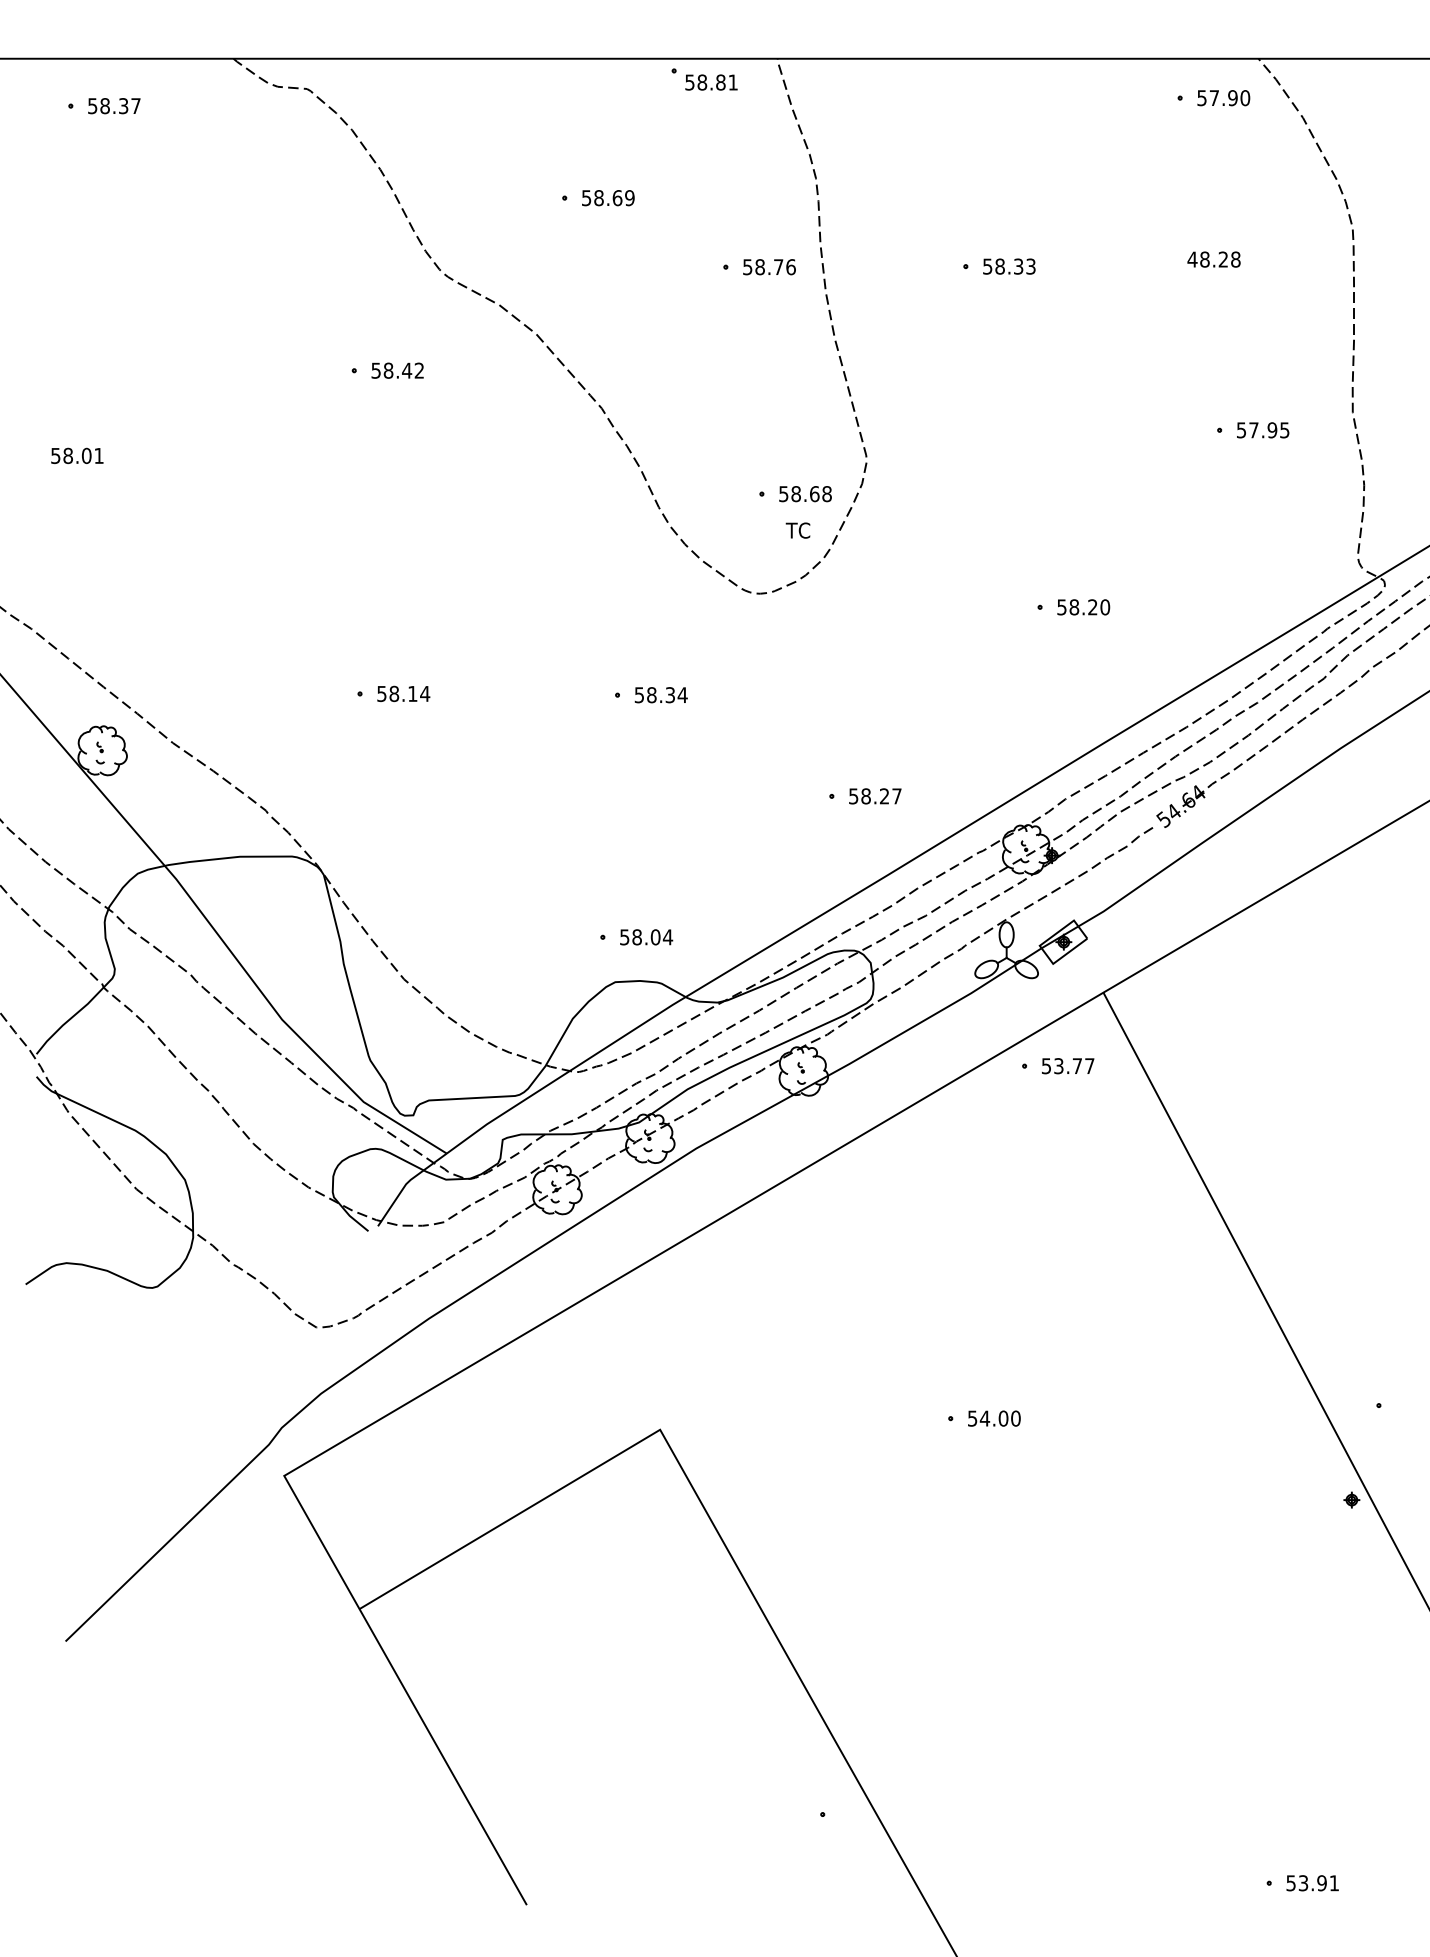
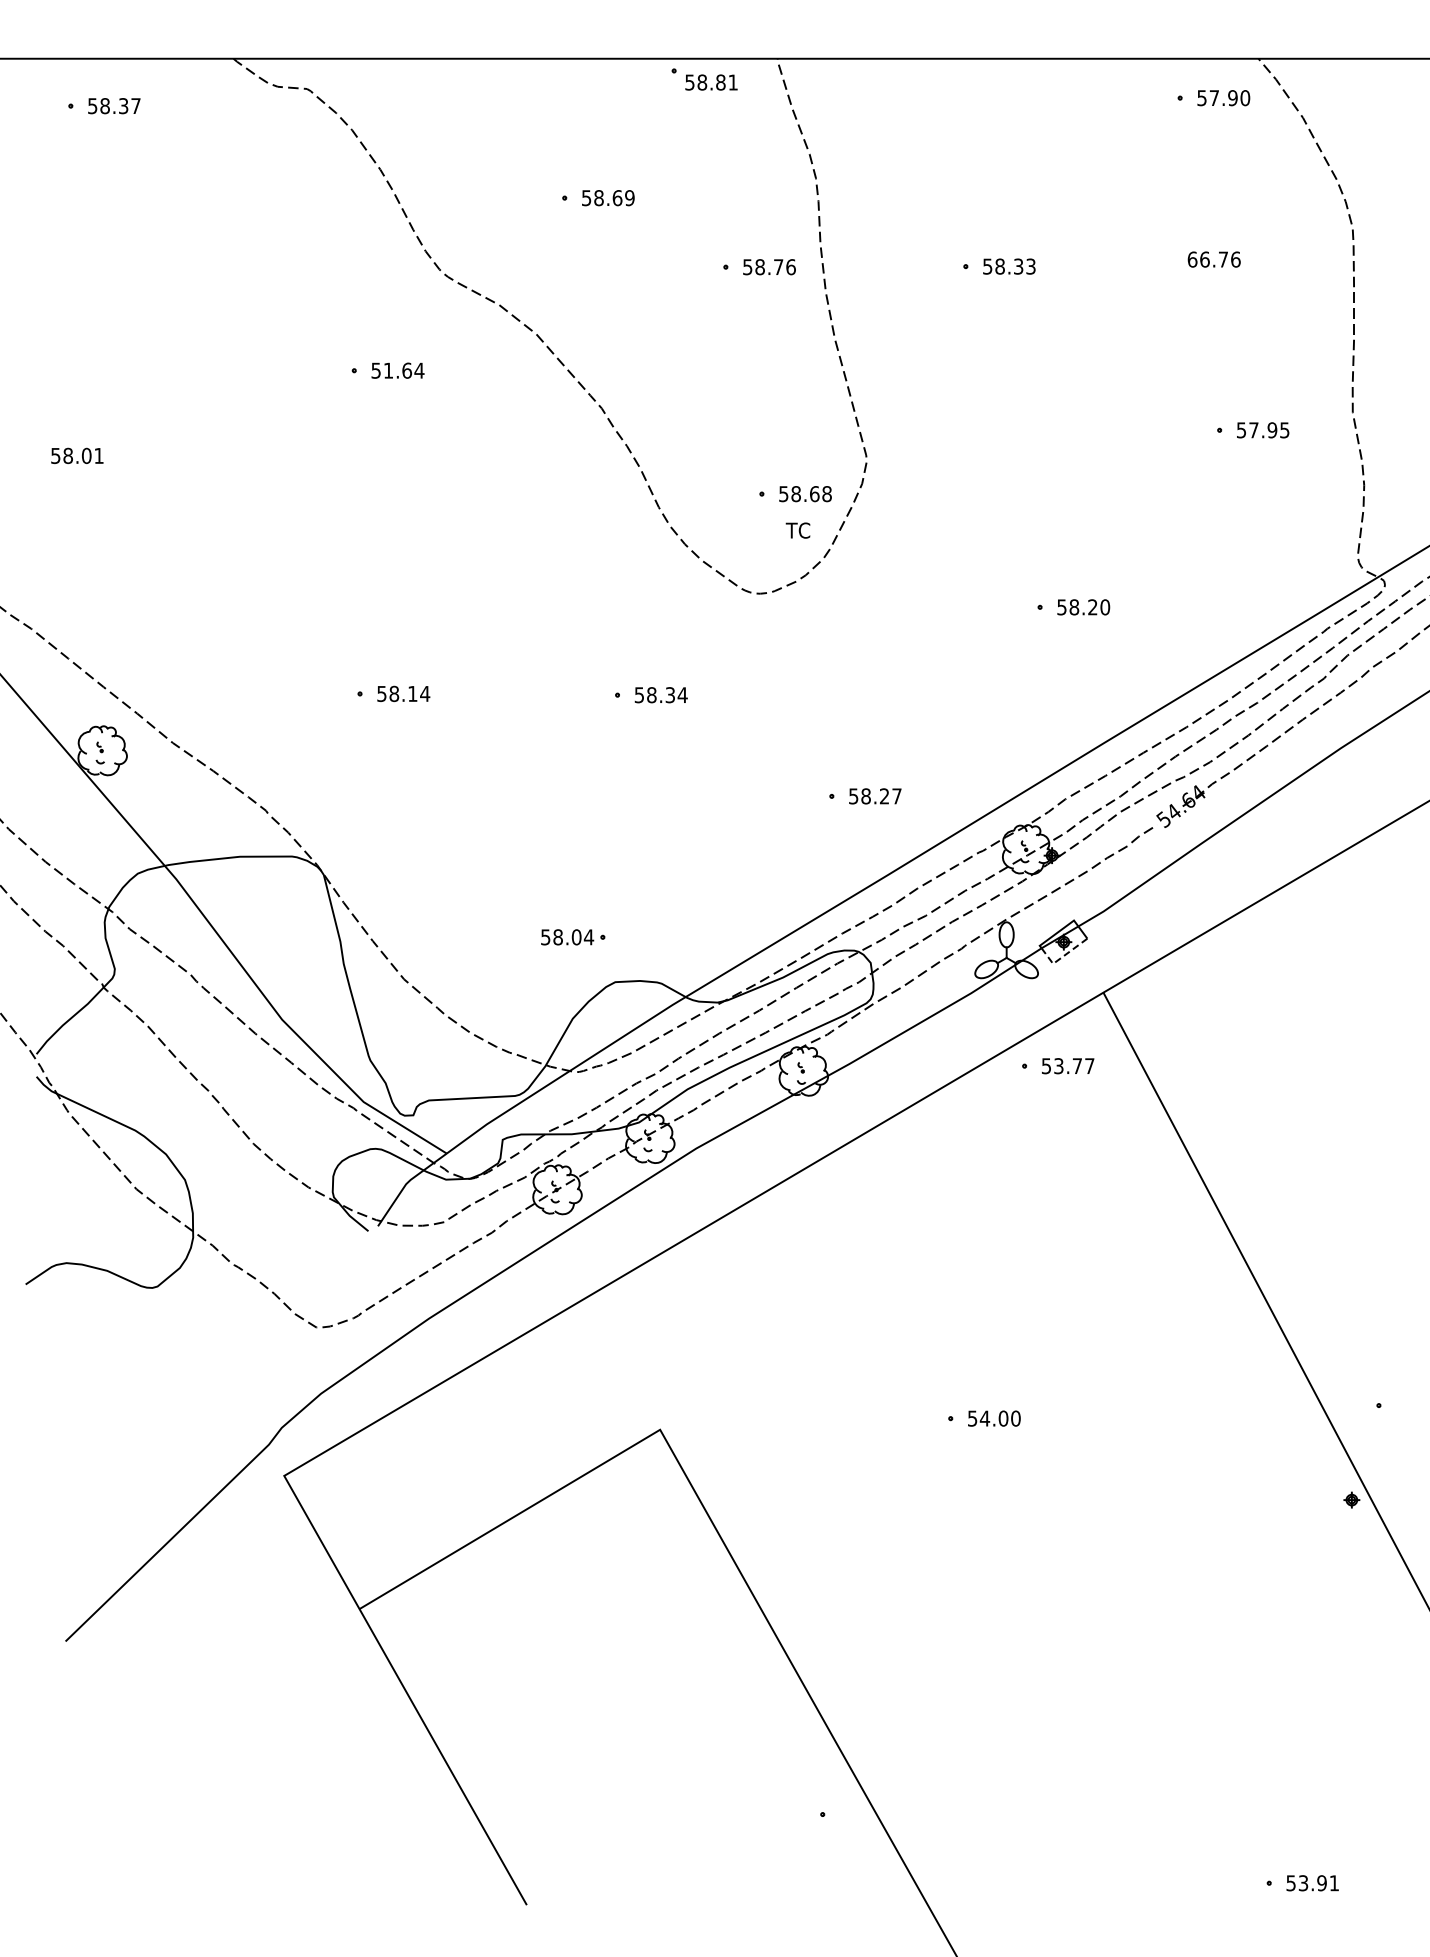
text at (1213, 259): 48.28 -> 66.76
text at (403, 370): 58.42 -> 51.64
text at (646, 937) position: (646, 937) -> (567, 937)
line at (1061, 957): solid -> dashed
